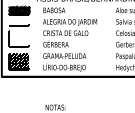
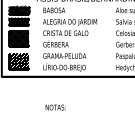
hatch at (18, 21): none -> present
hatch at (18, 39): none -> present
